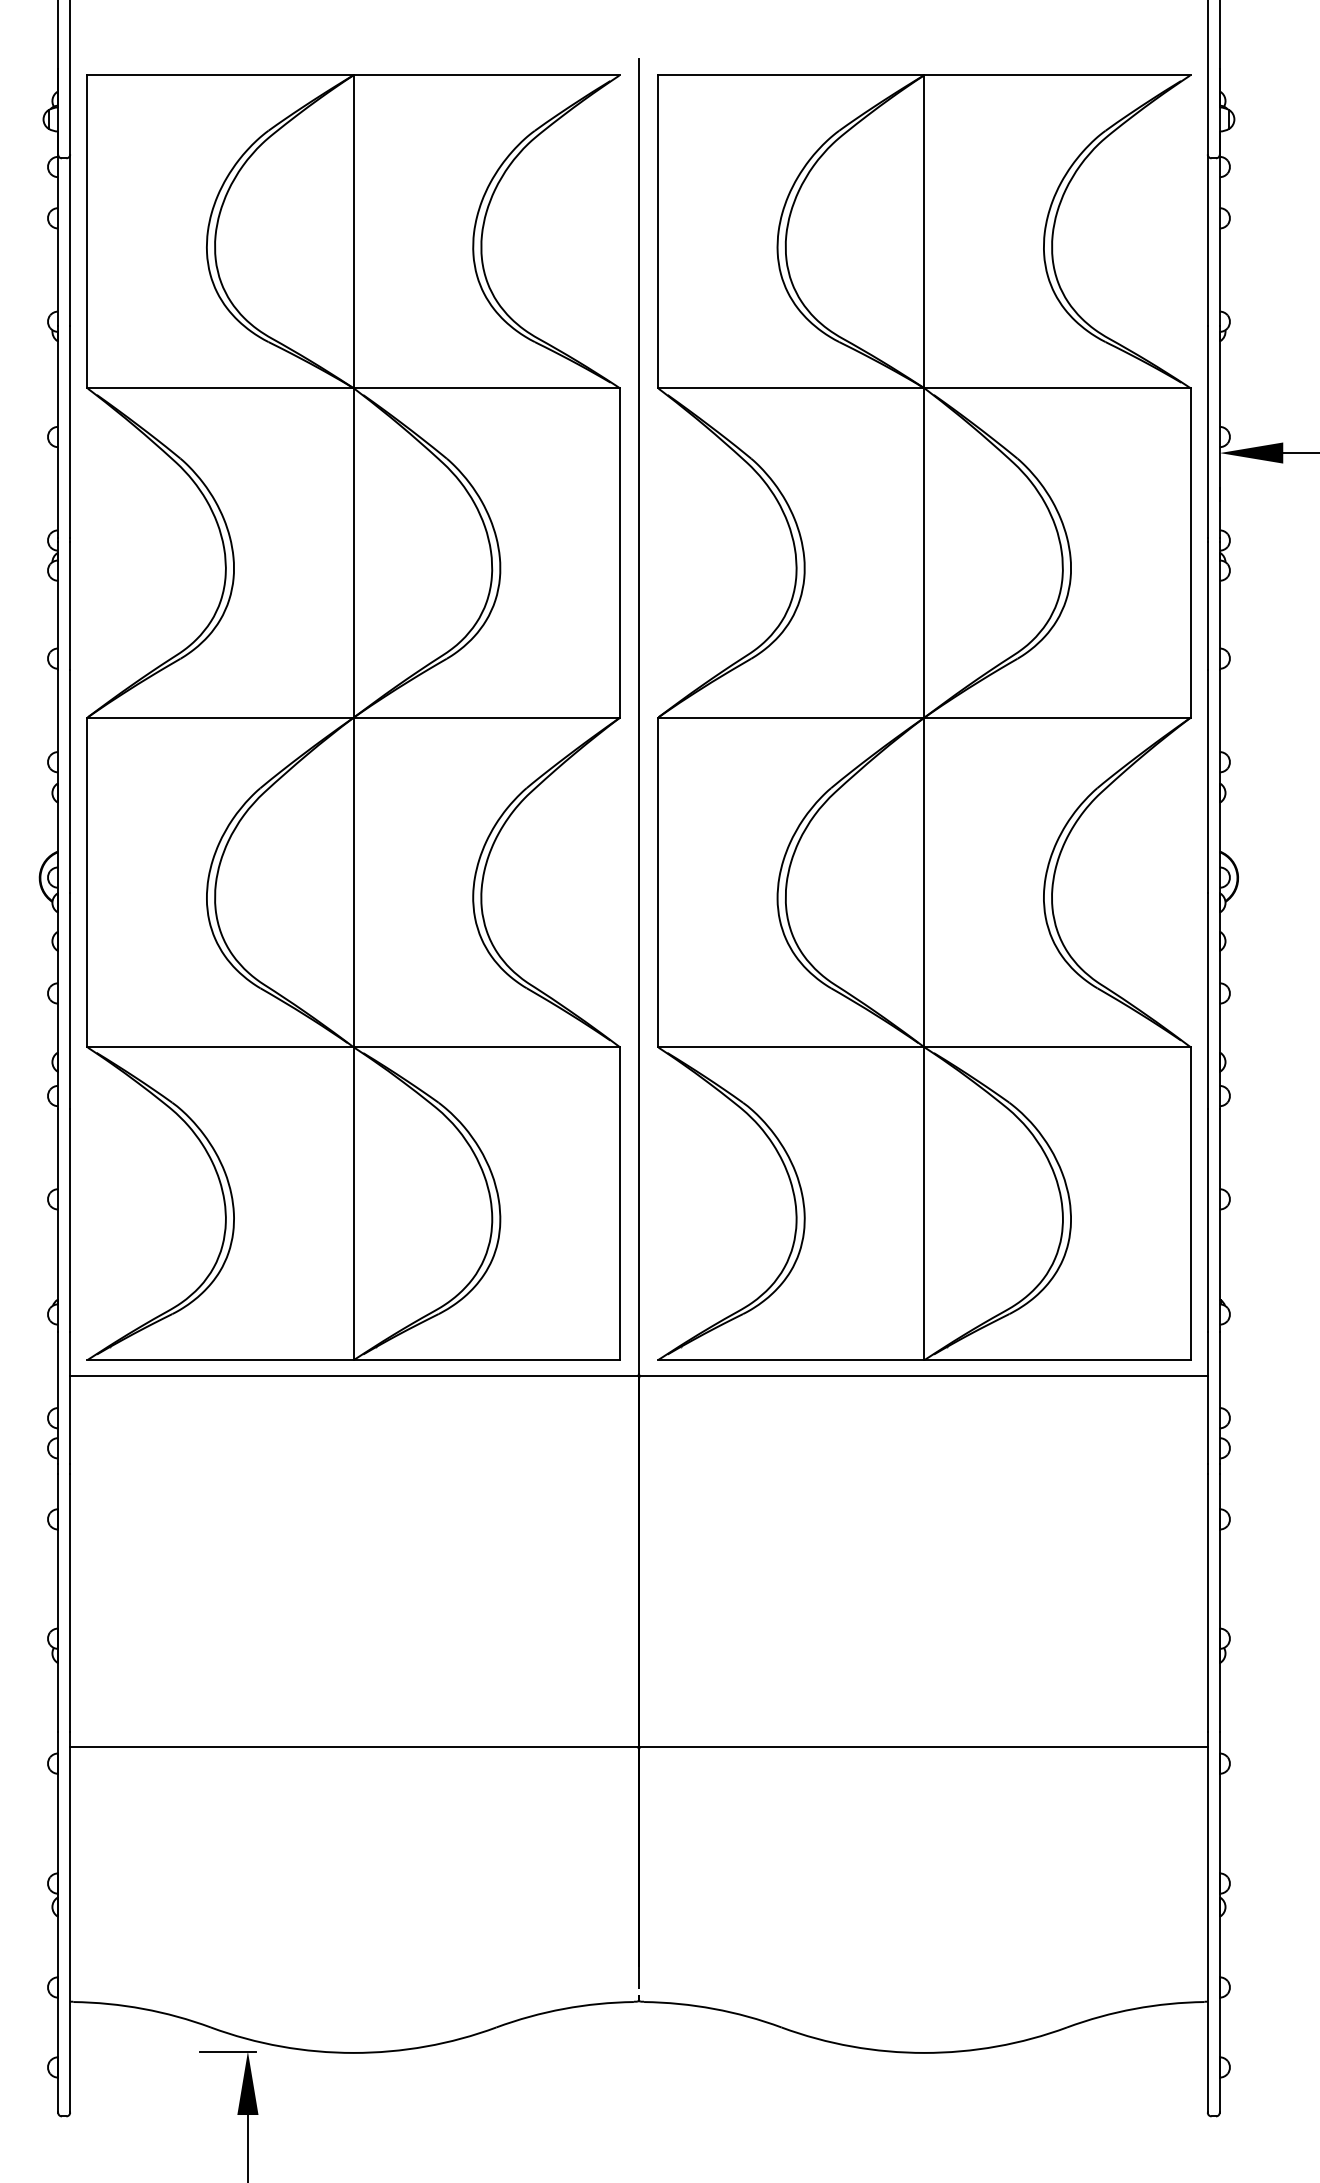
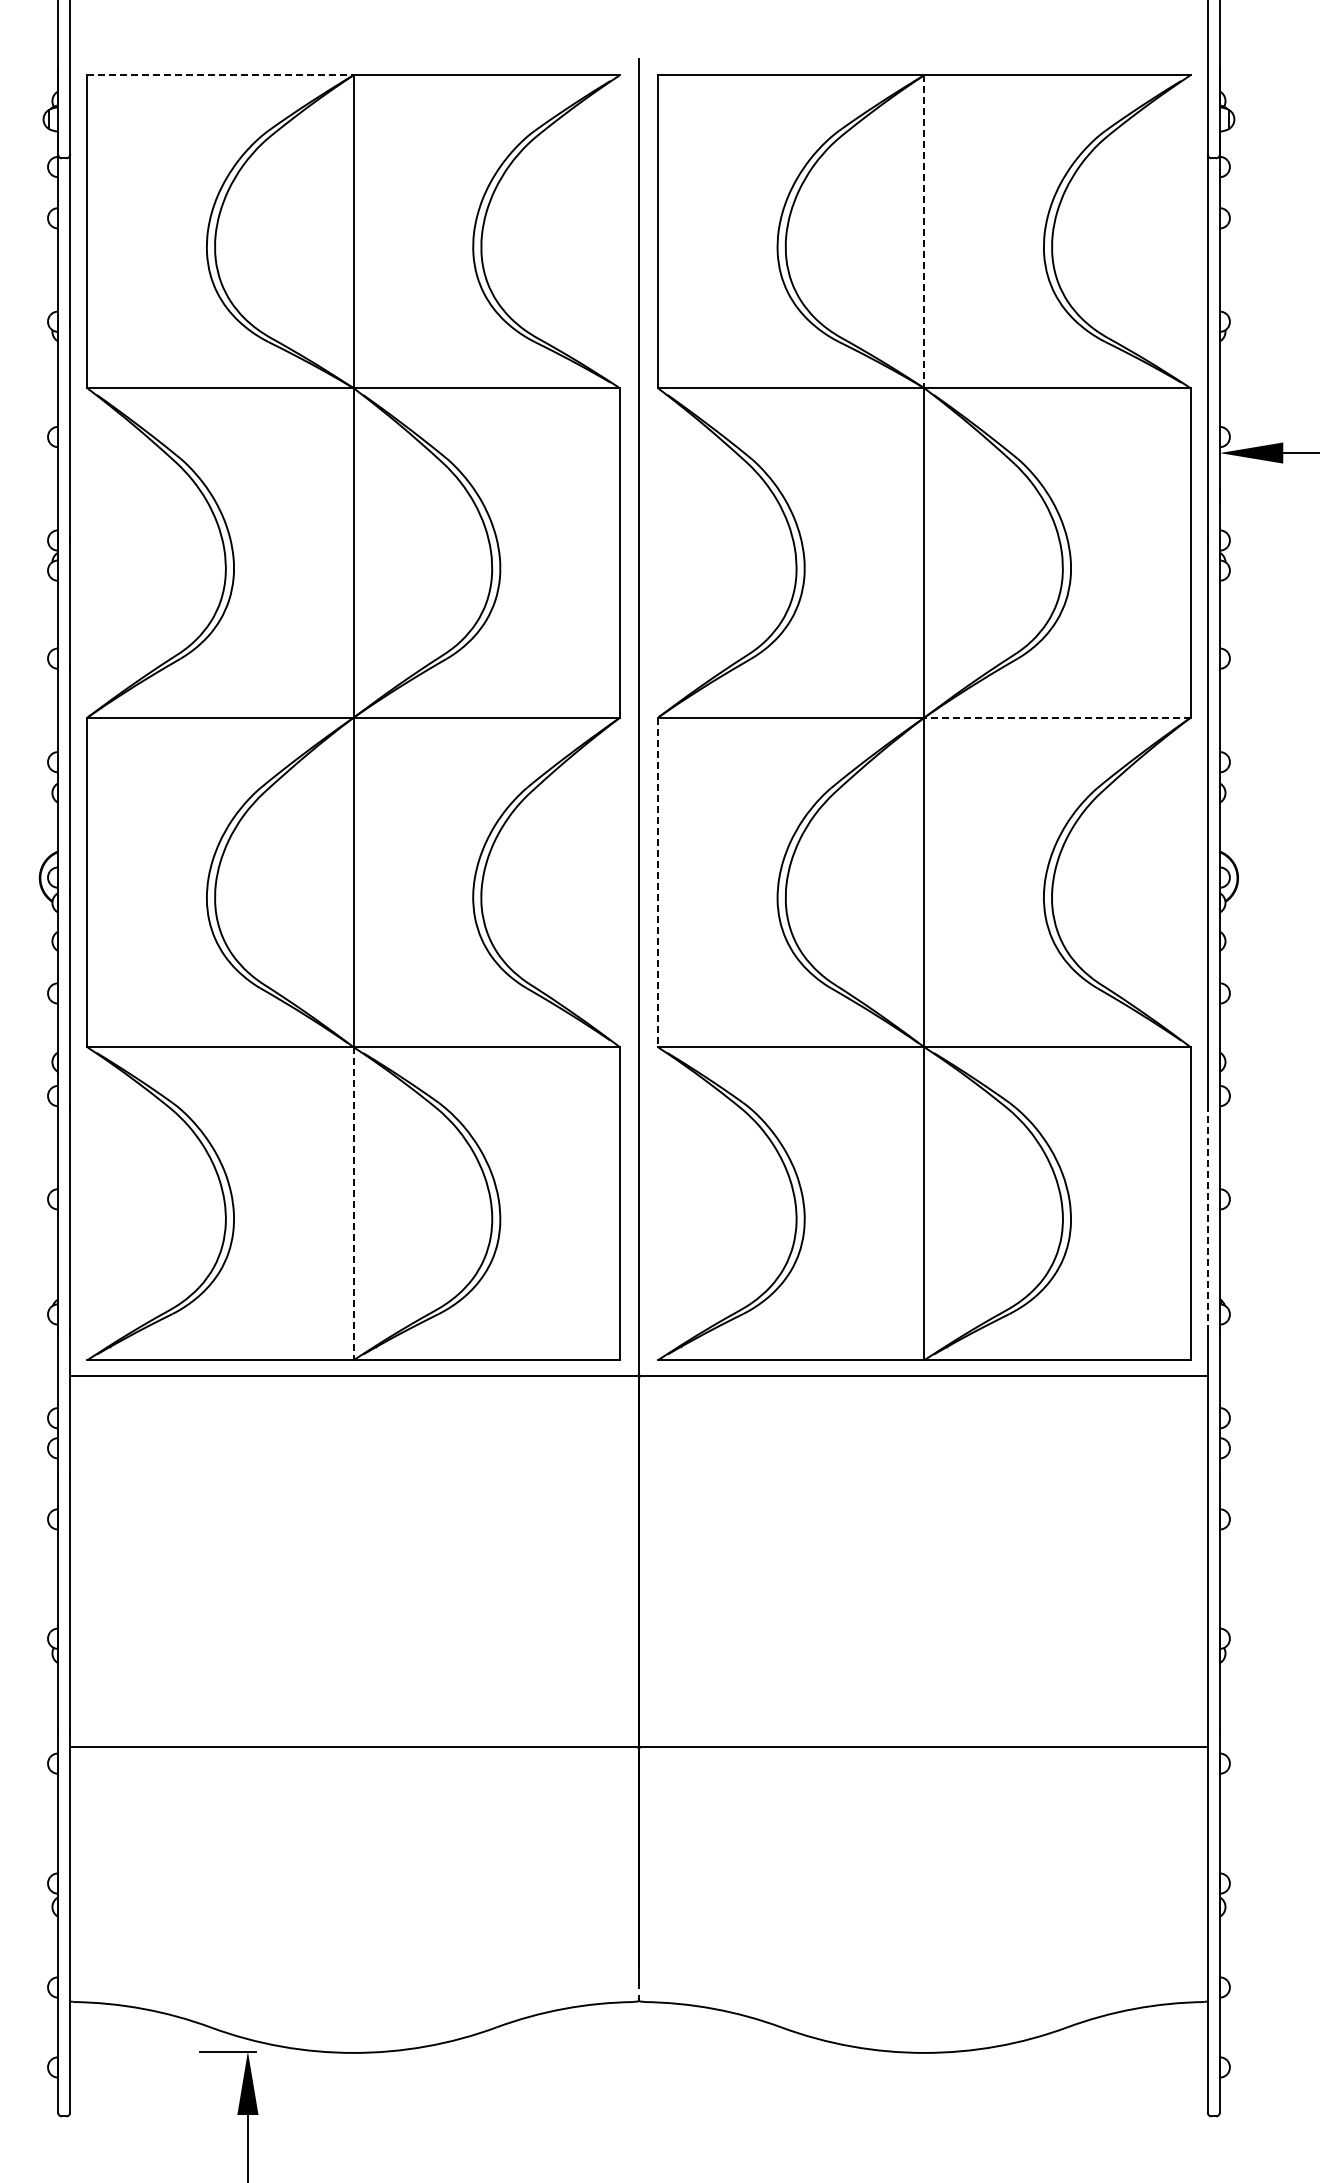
line at (220, 75): solid -> dashed
line at (924, 232): solid -> dashed
line at (1056, 717): solid -> dashed
line at (658, 882): solid -> dashed
line at (353, 1204): solid -> dashed
line at (1207, 1220): solid -> dashed
